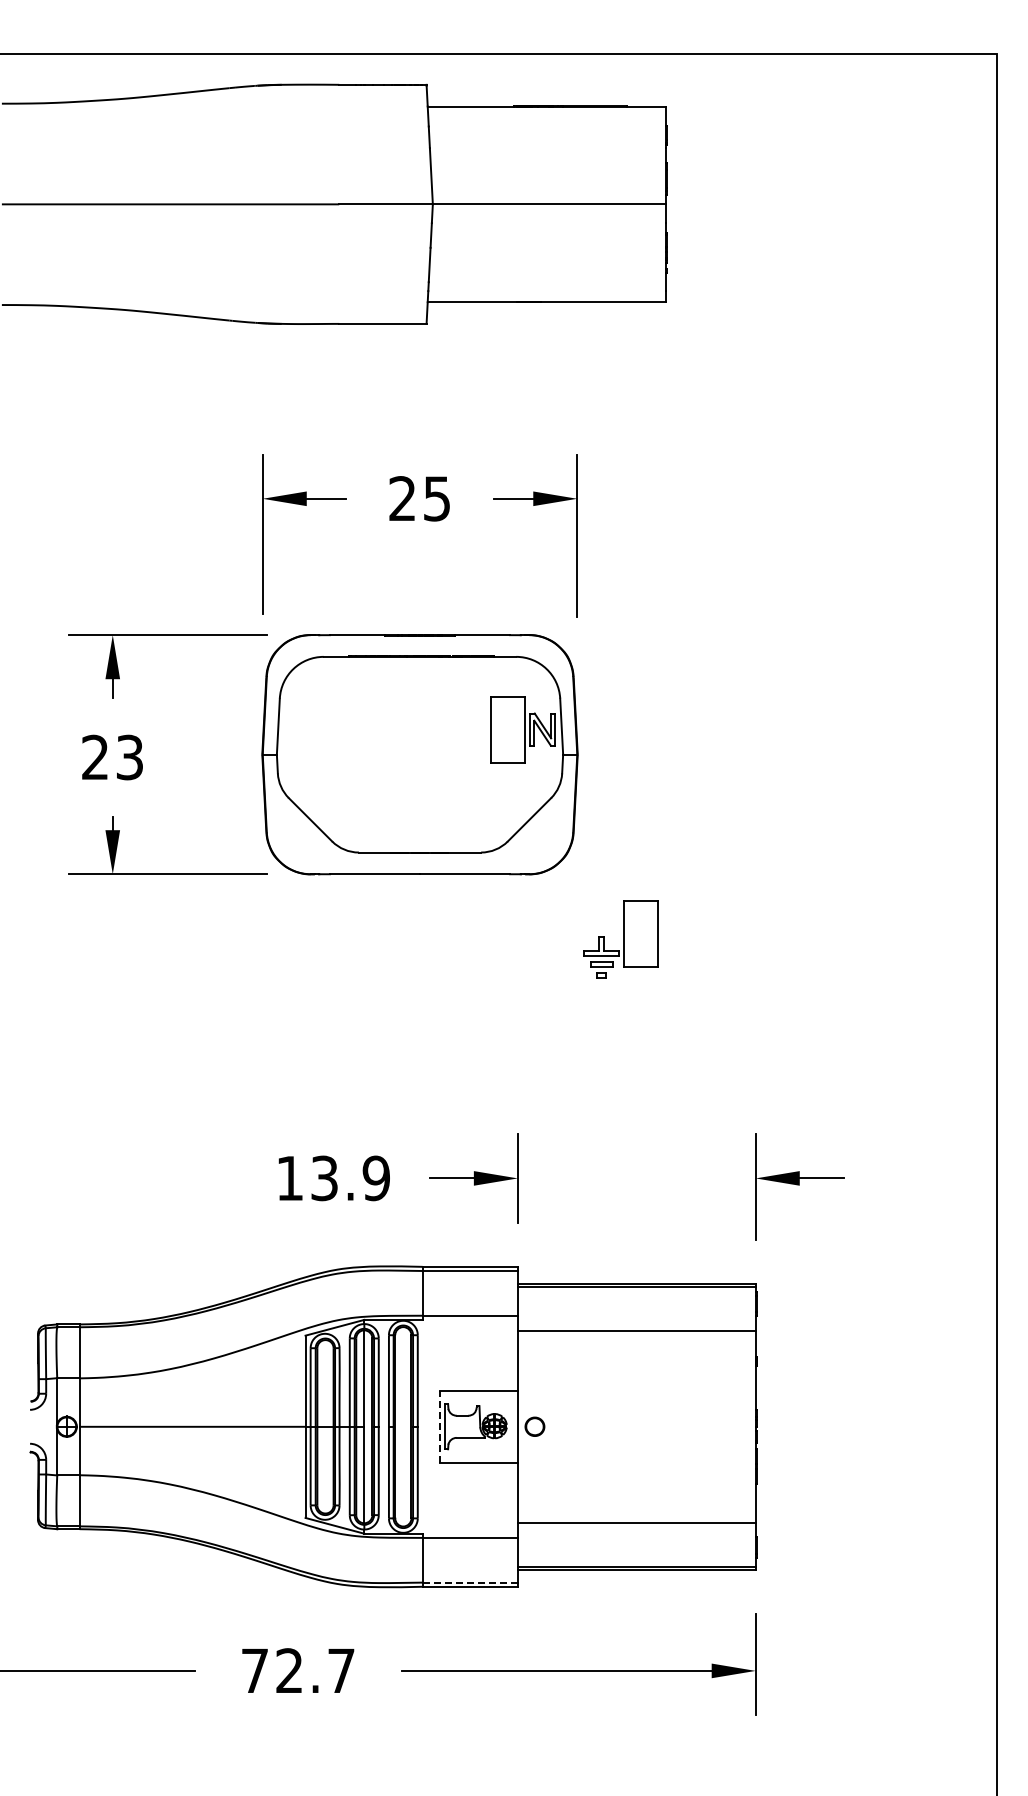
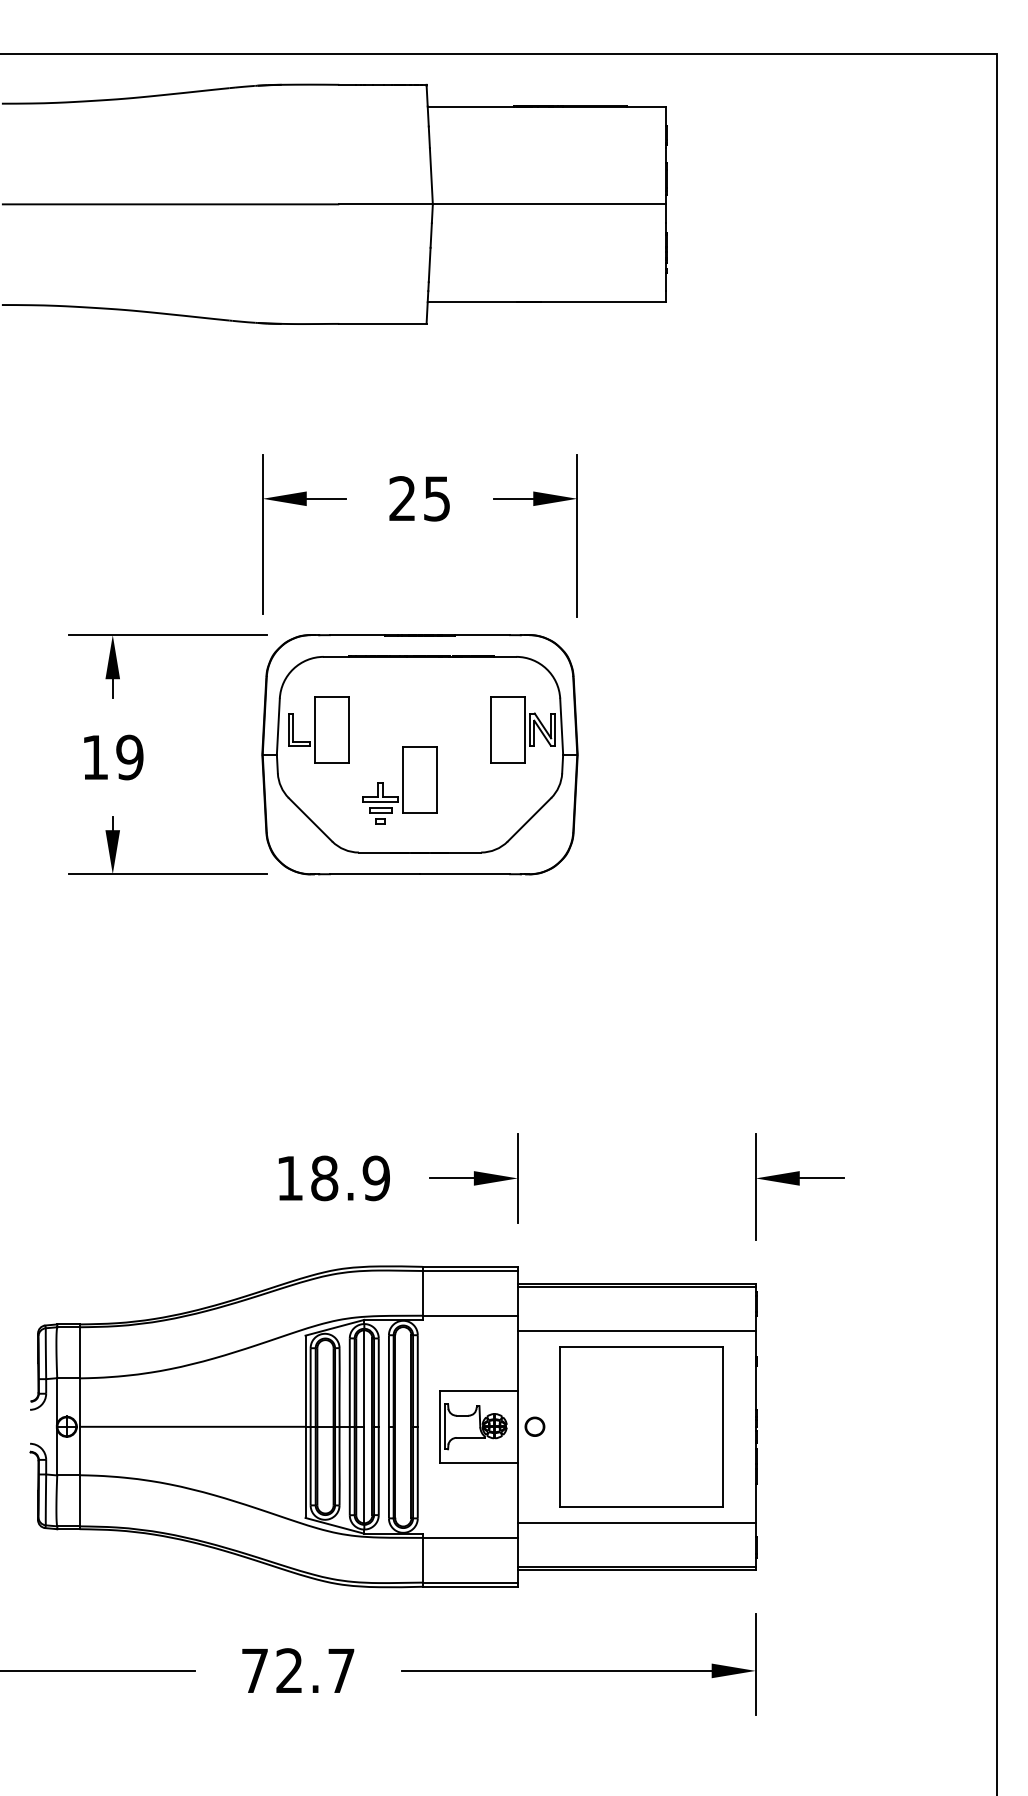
part at (318, 729): none -> present
text at (112, 757): 23 -> 19
part at (620, 939) position: (620, 939) -> (399, 785)
text at (324, 1178): 13.9 -> 18.9
line at (440, 1426): dashed -> solid
part at (641, 1426): none -> present
line at (470, 1582): dashed -> solid
